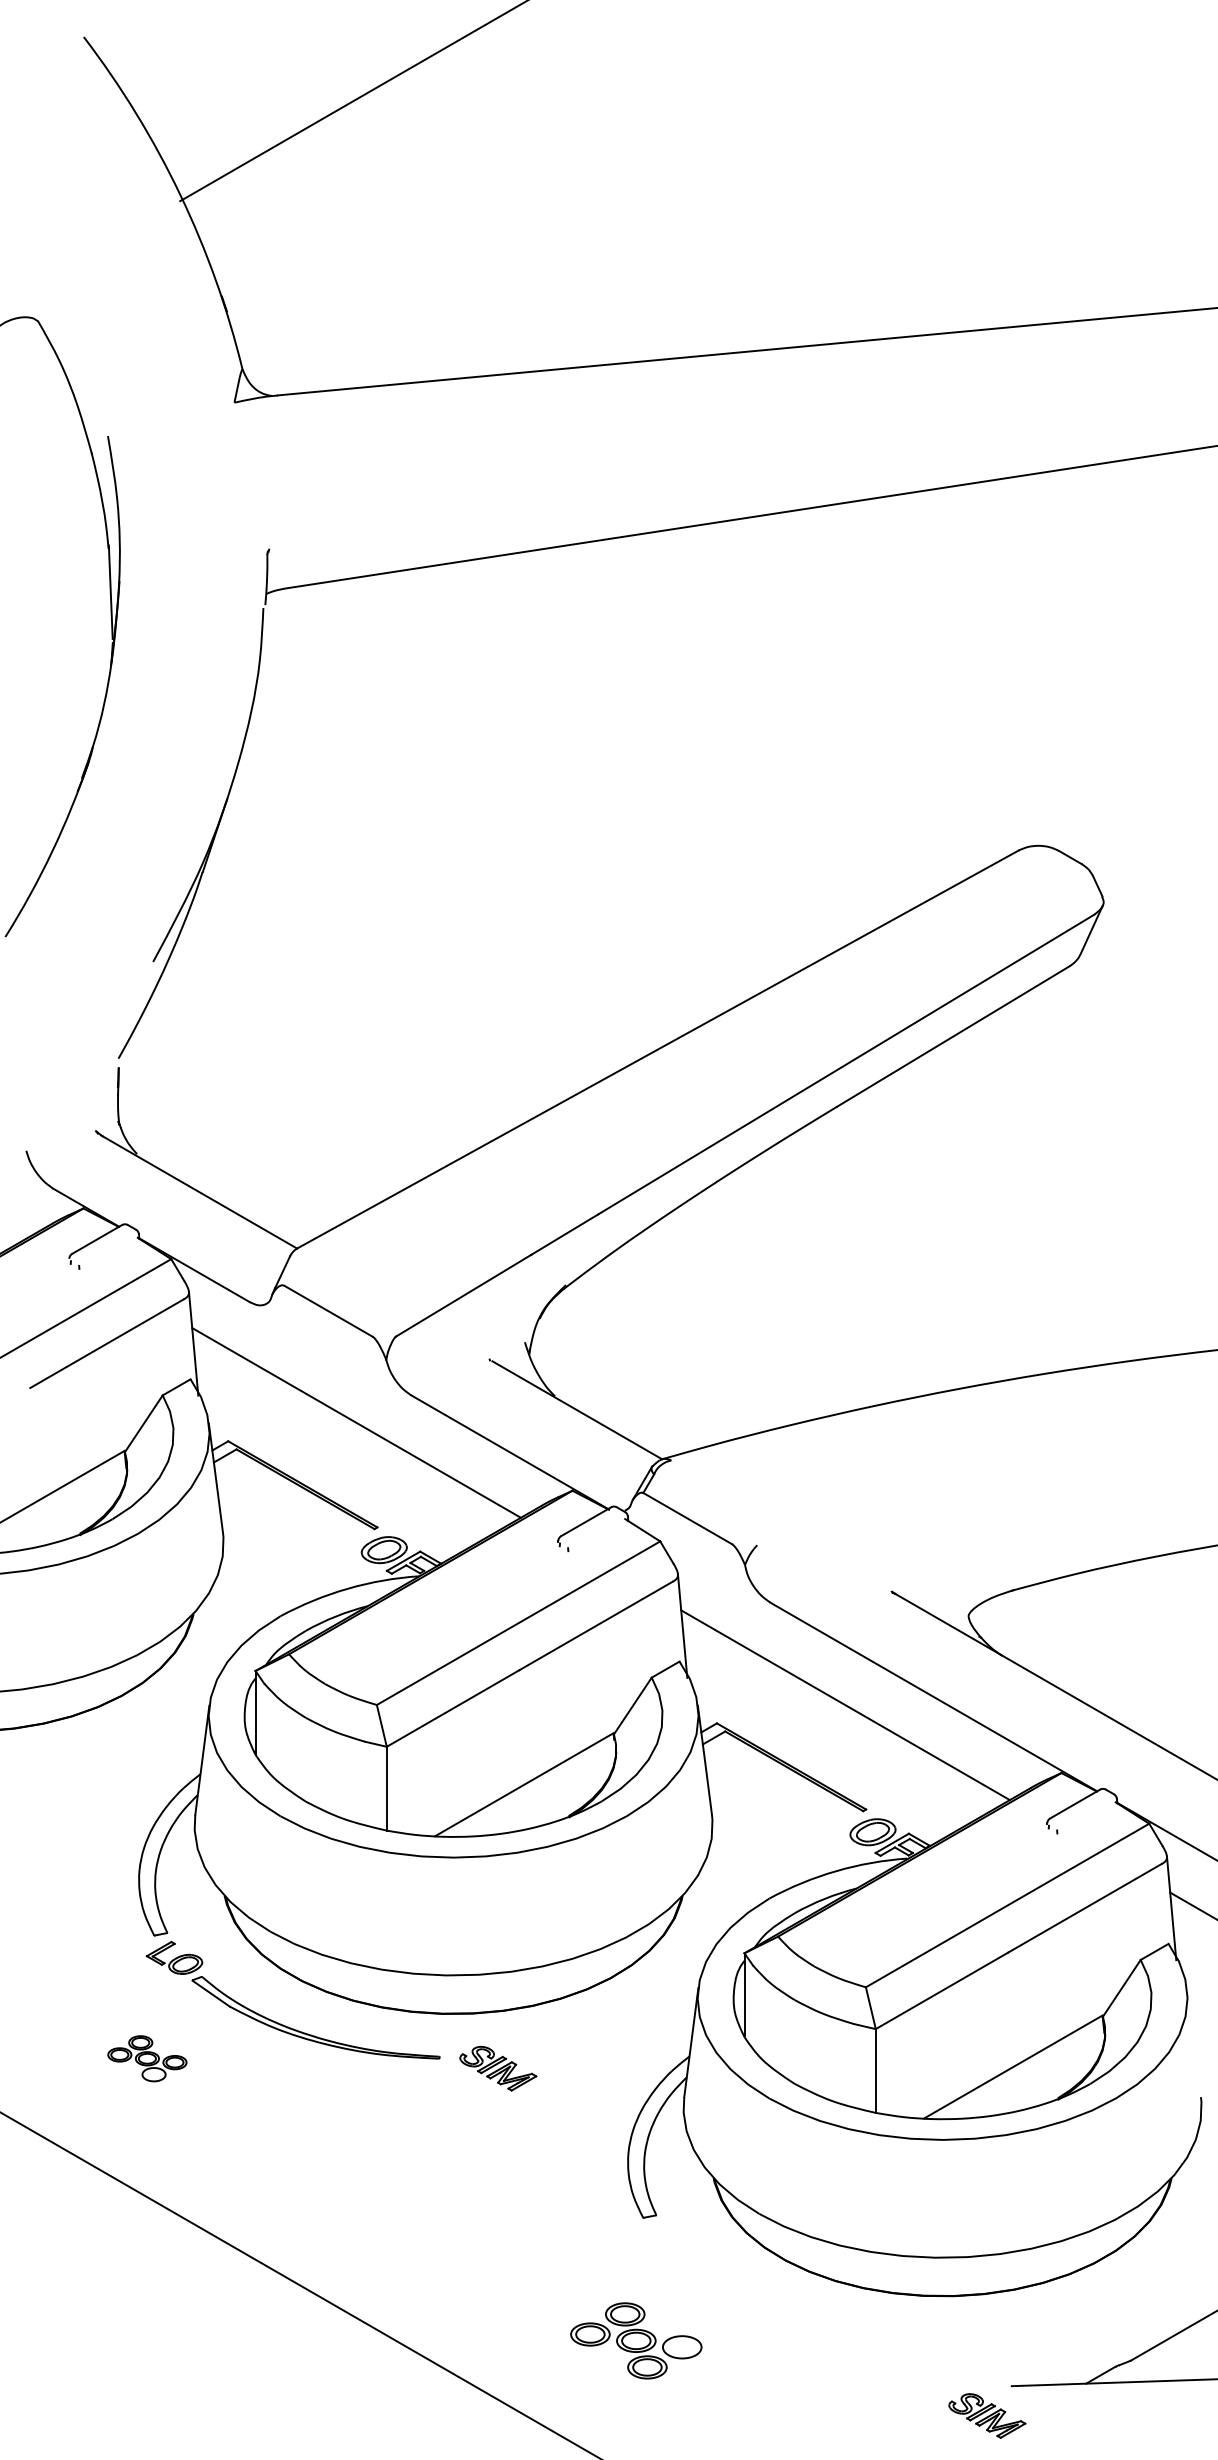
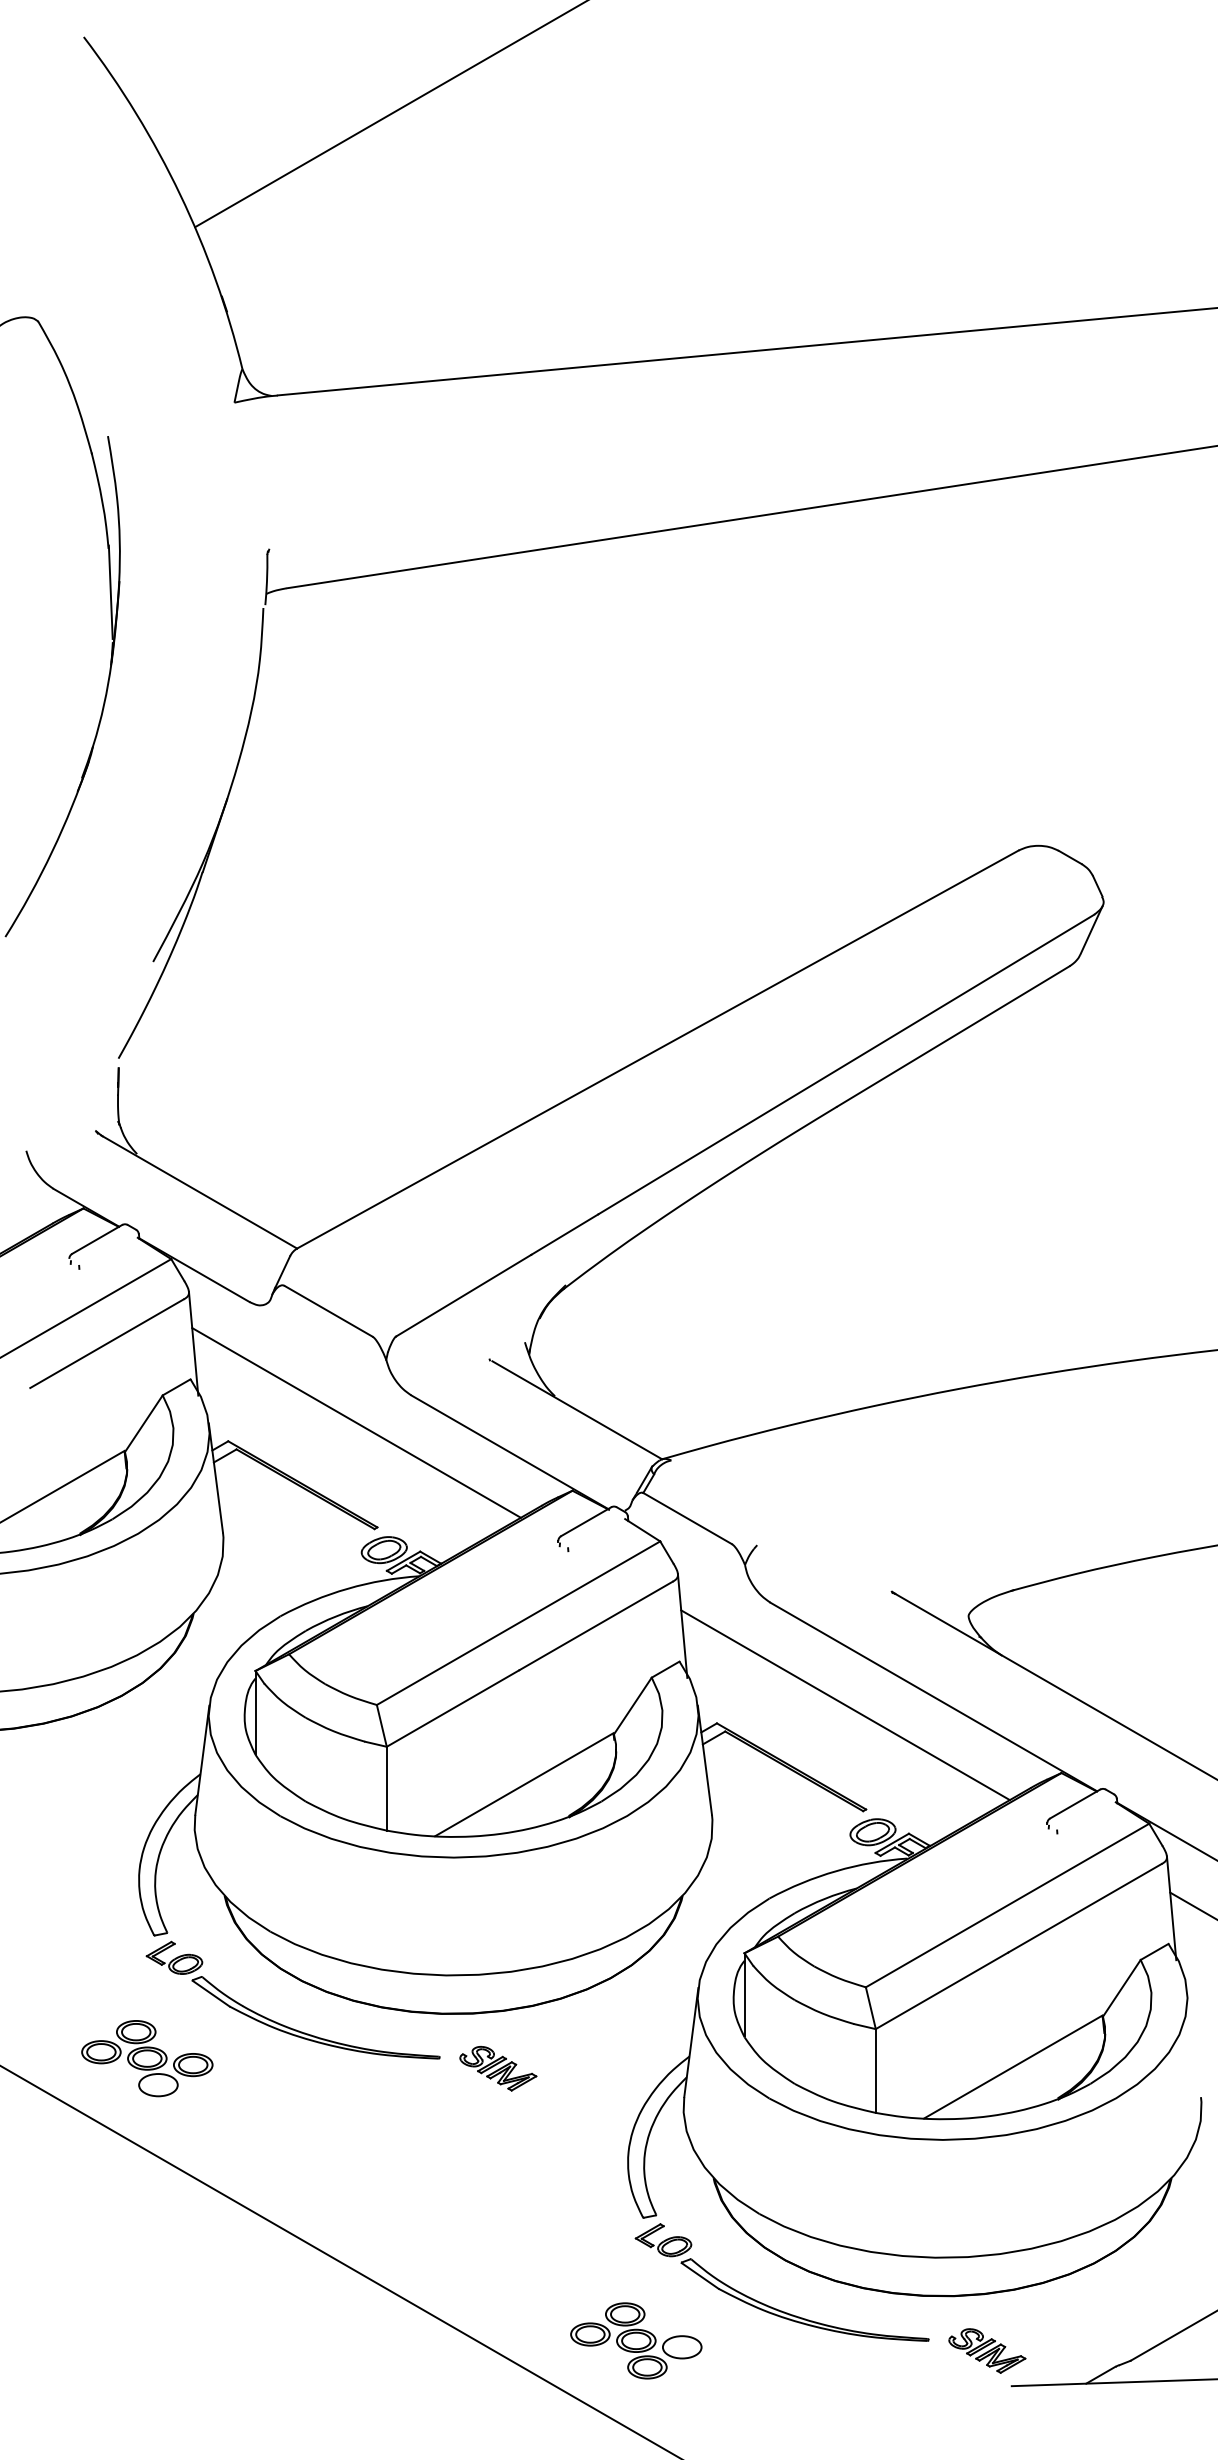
line at (352, 101) position: (352, 101) -> (389, 114)
part at (147, 2058) size: 81x48 px -> 133x78 px
line at (299, 2284) position: (299, 2284) -> (339, 2261)
part at (769, 2305): none -> present
part at (987, 2415) position: (987, 2415) -> (987, 2350)
